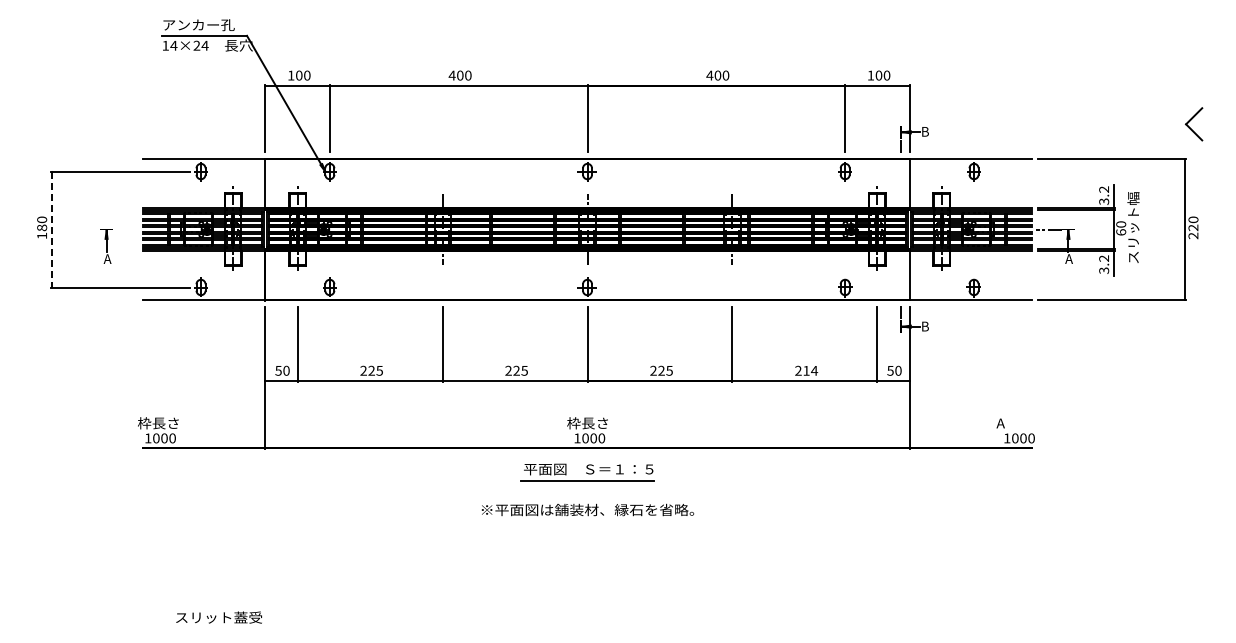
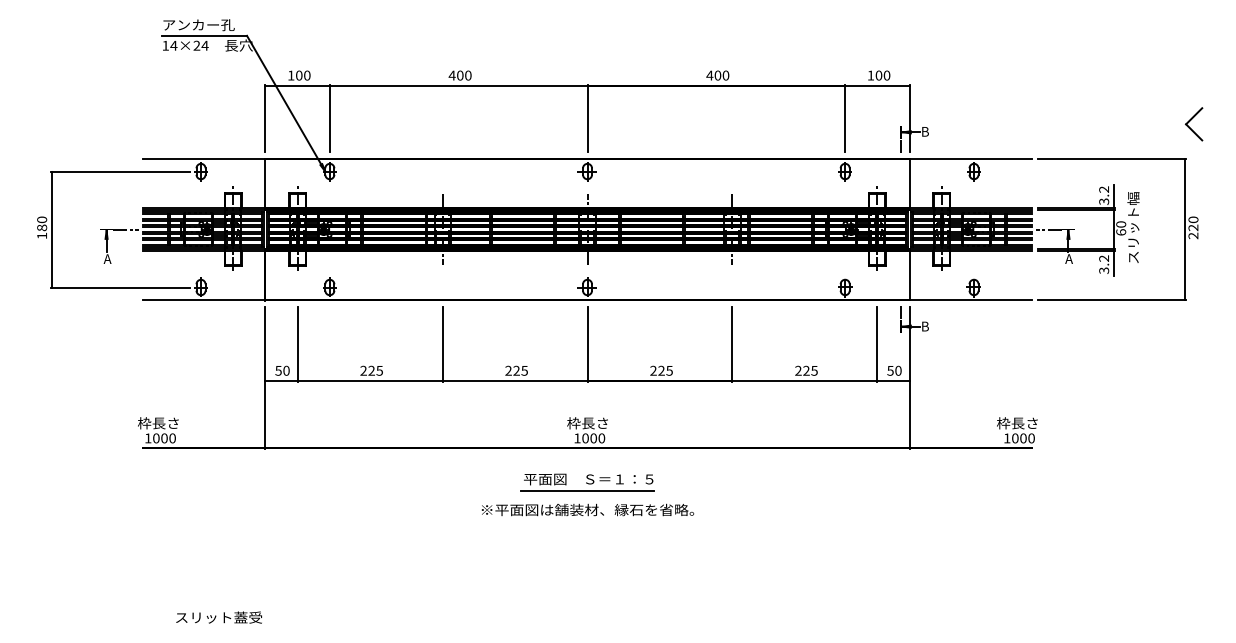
line at (52, 229): dashed -> solid
line at (126, 229): none -> present
text at (810, 370): 214 -> 225
text at (1016, 423): A -> 枠長さ
part at (587, 472) position: (587, 472) -> (587, 482)
